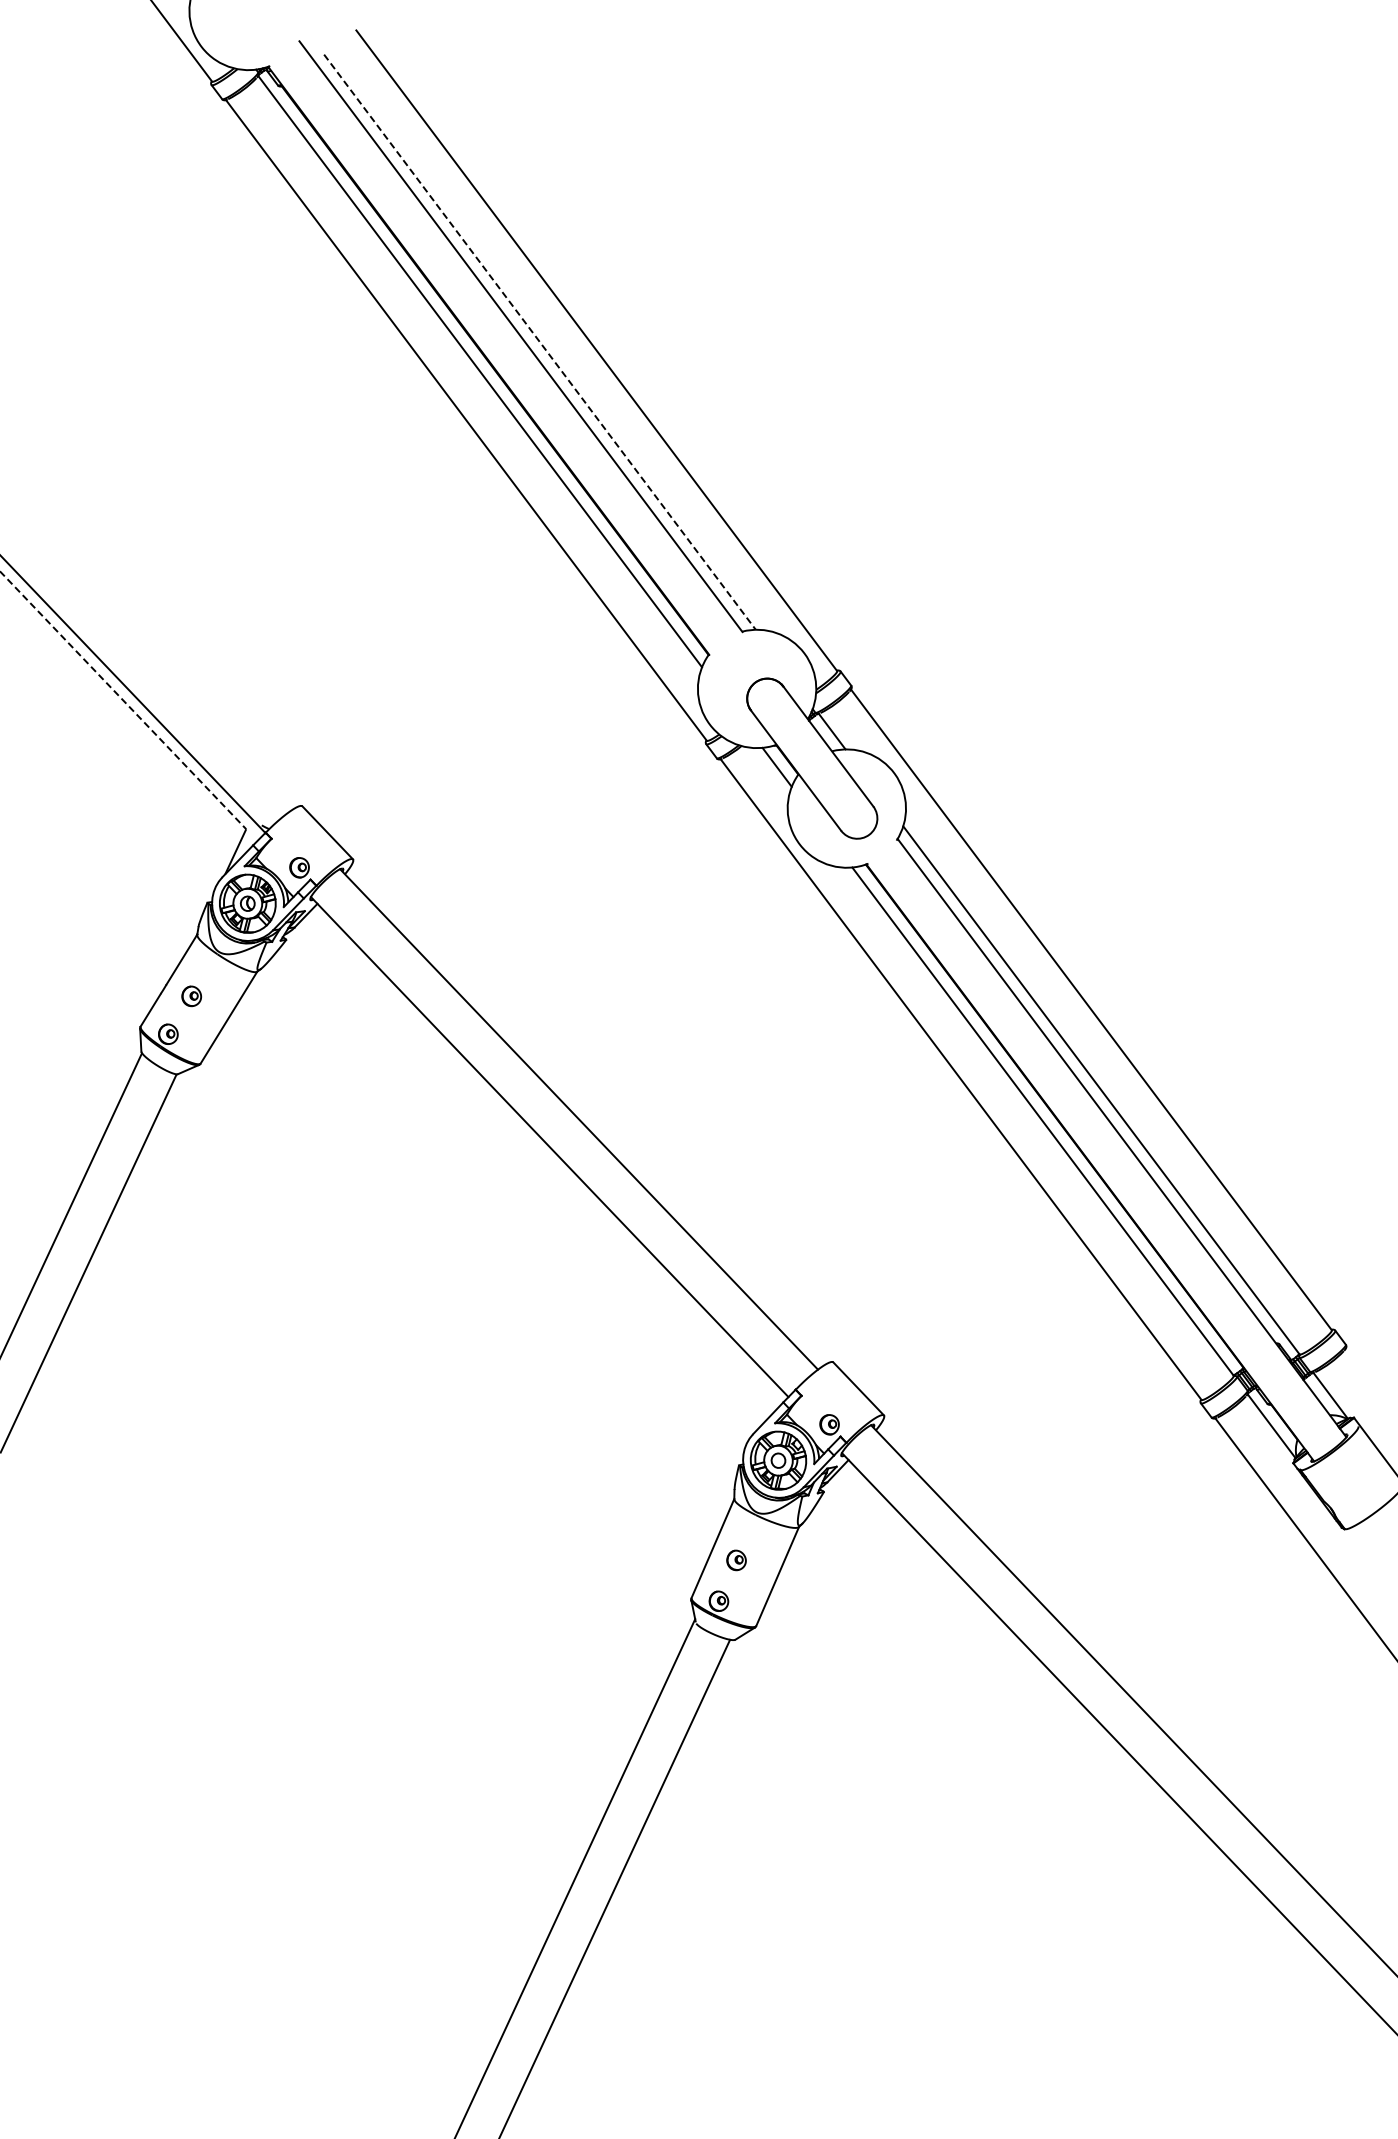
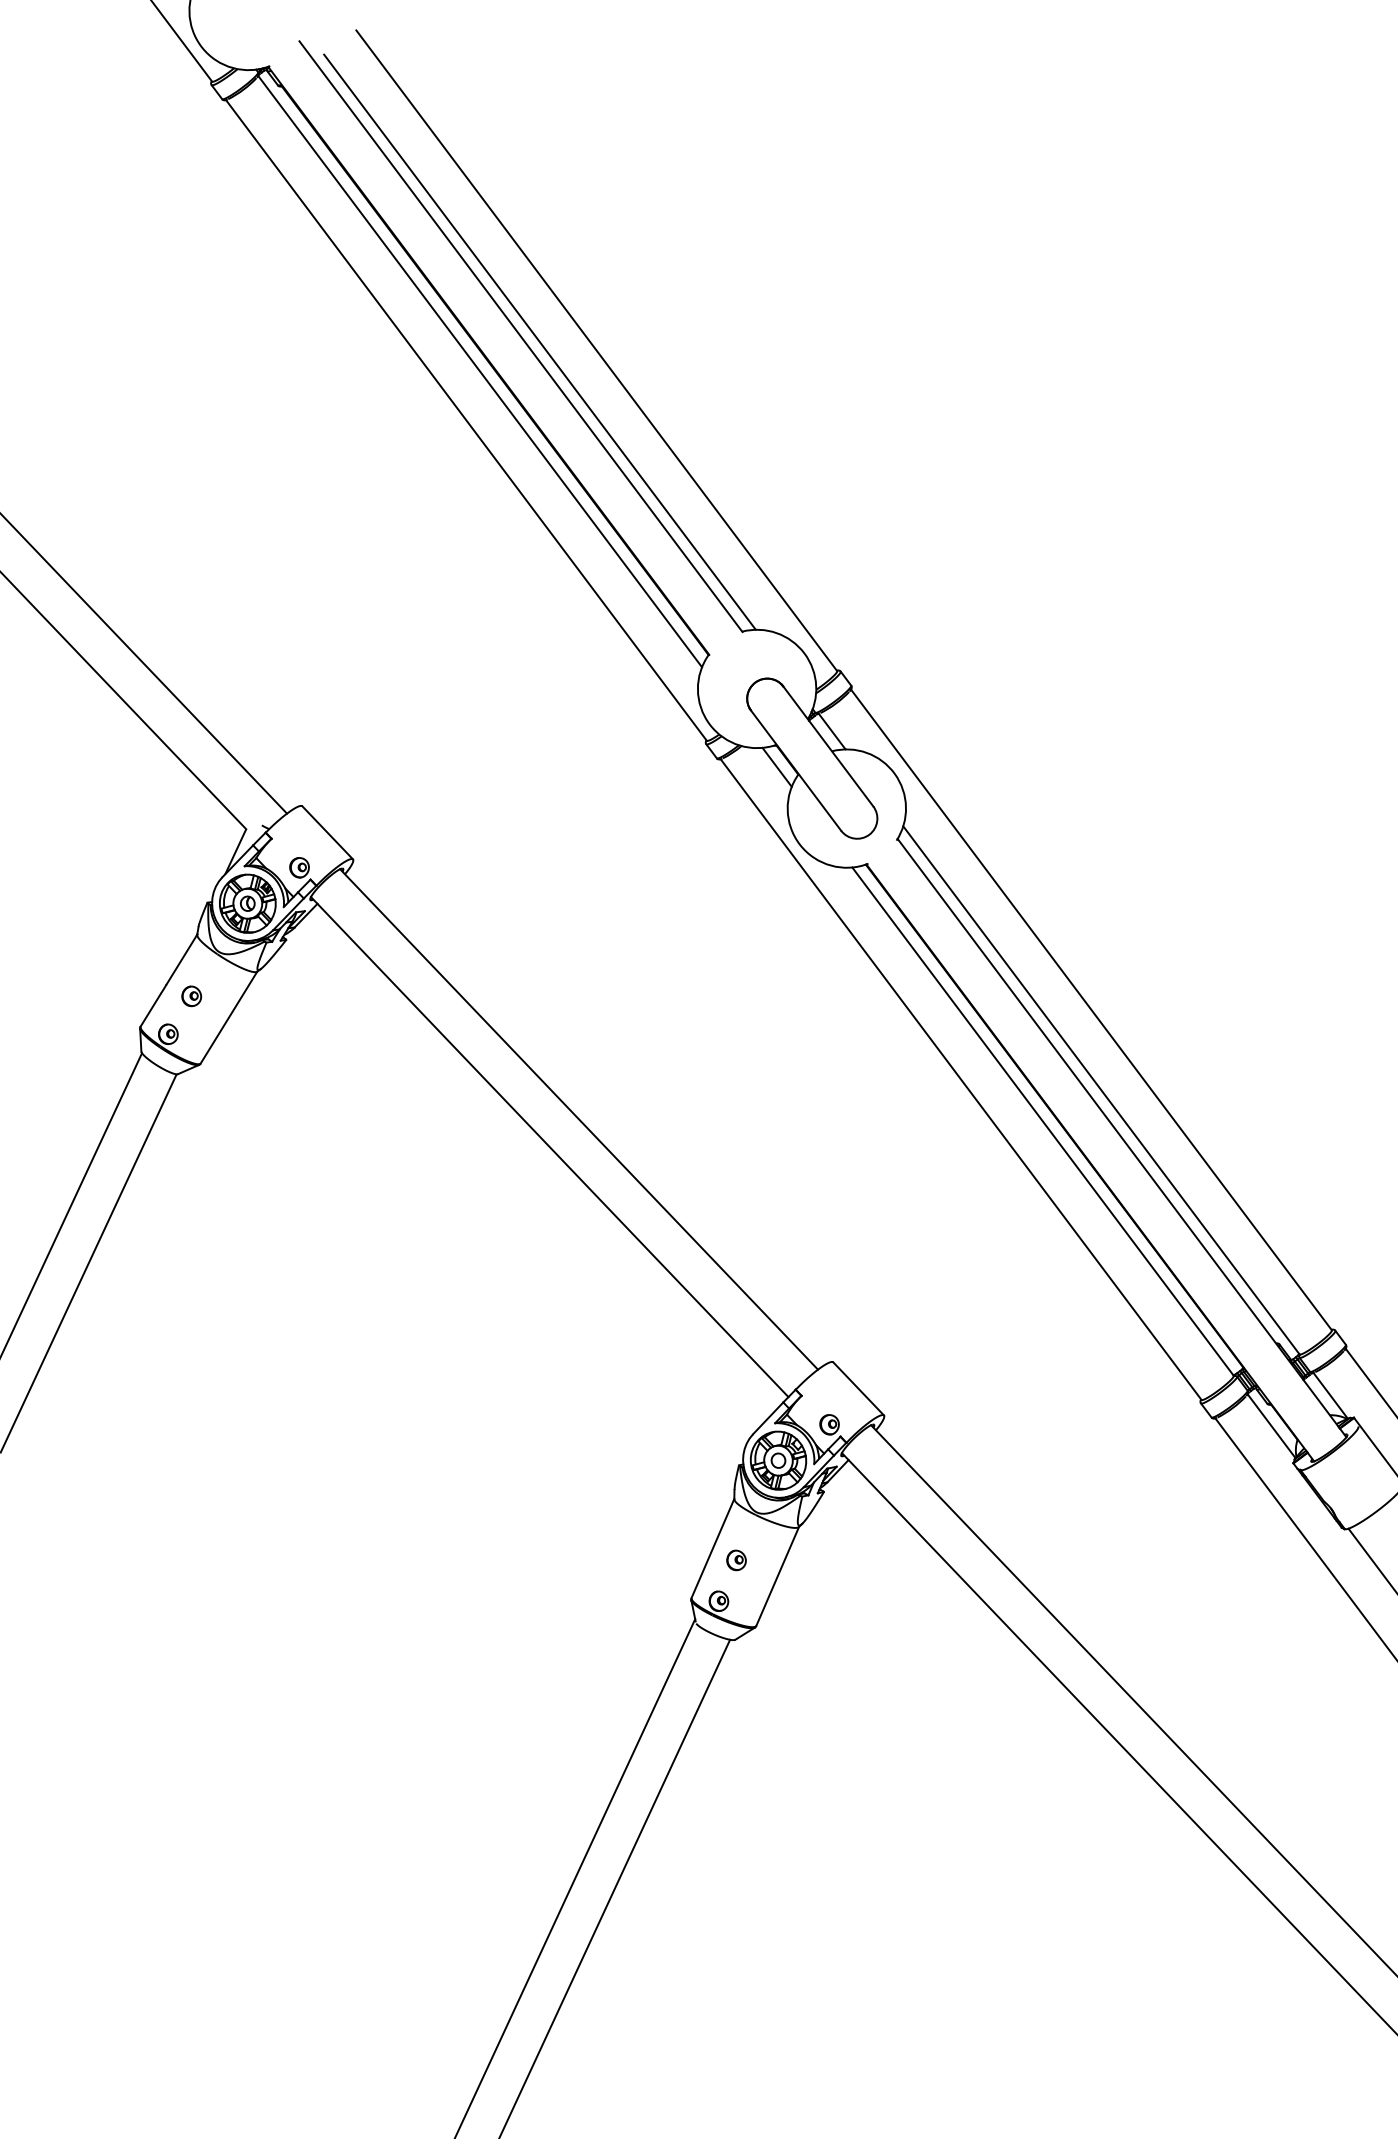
line at (539, 342): dashed -> solid
line at (134, 695) position: (134, 695) -> (144, 664)
line at (123, 700): dashed -> solid
line at (1369, 1381): none -> present
line at (1371, 1559): none -> present
